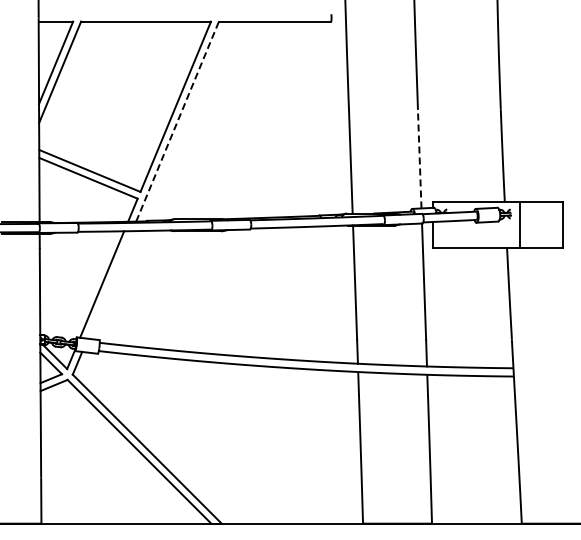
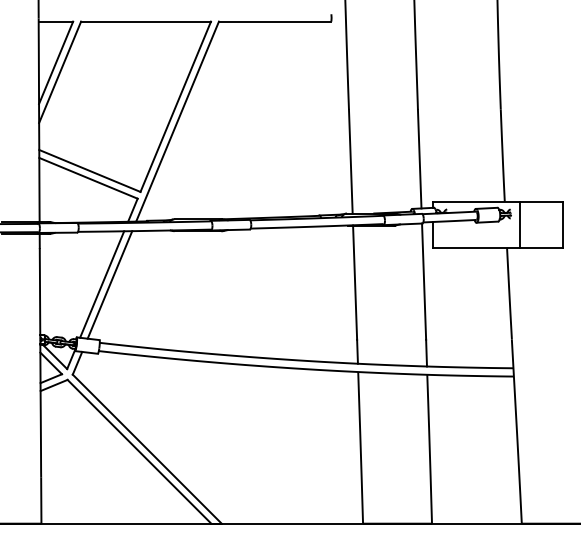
line at (177, 121): dashed -> solid
line at (419, 158): dashed -> solid
line at (109, 284): none -> present
